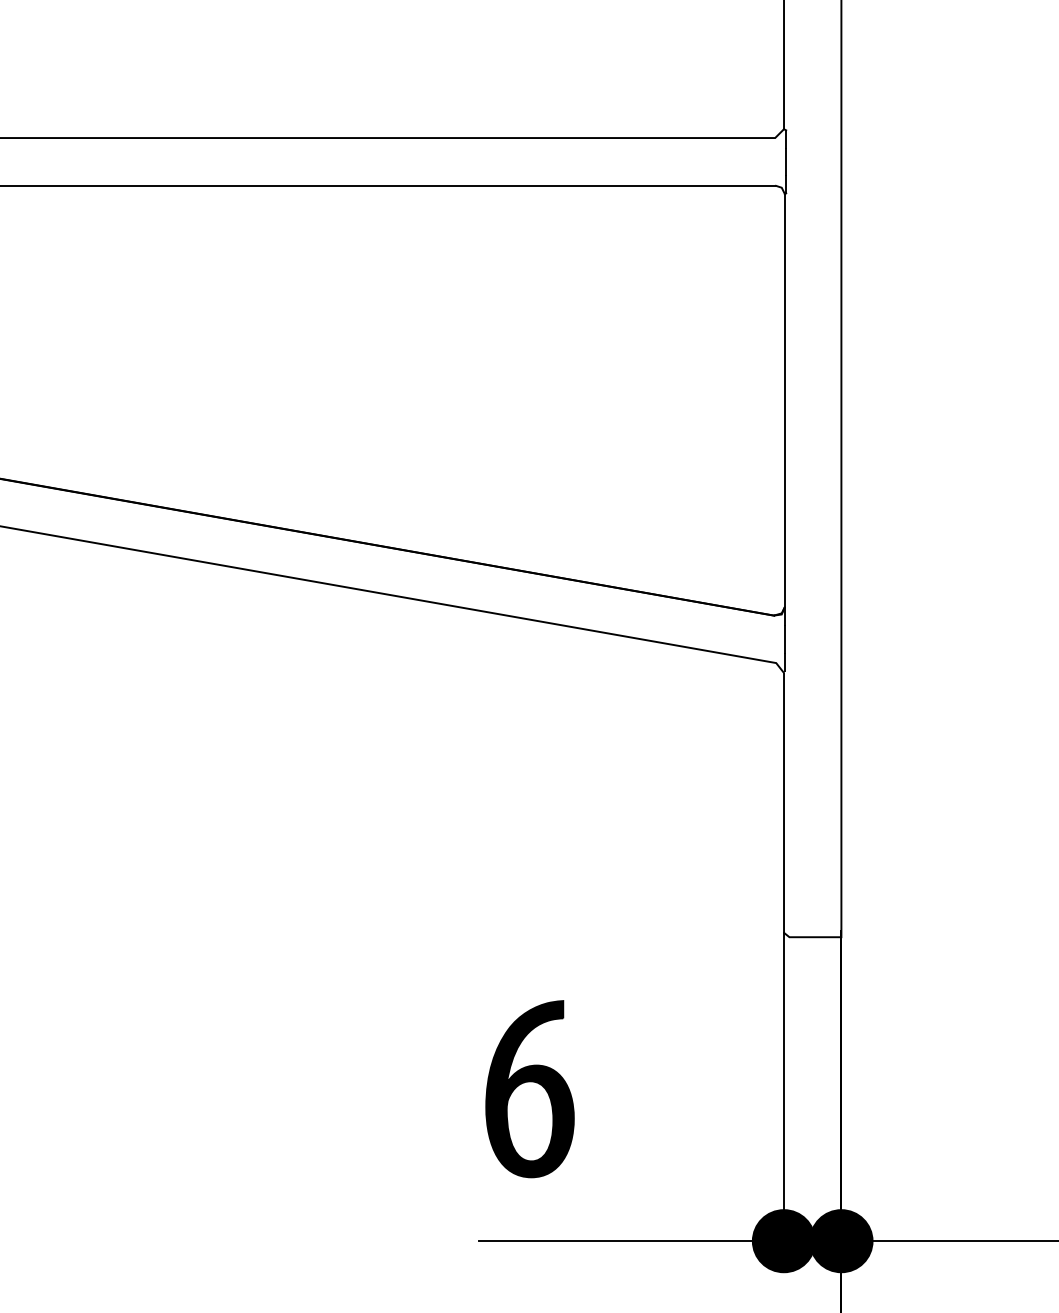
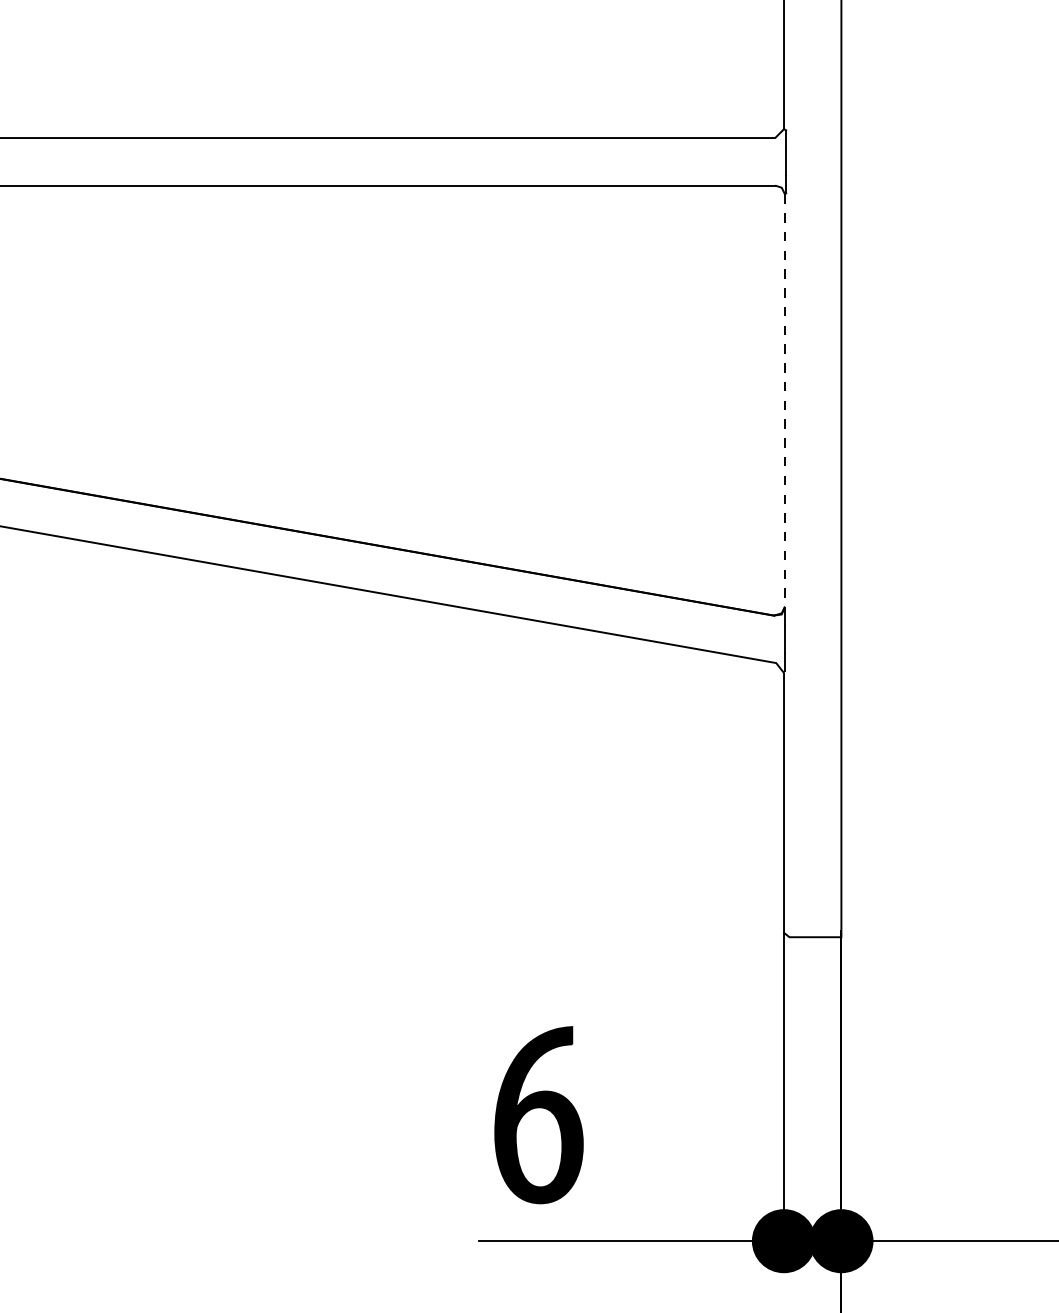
line at (785, 401): solid -> dashed
part at (529, 1089) position: (529, 1089) -> (538, 1115)
